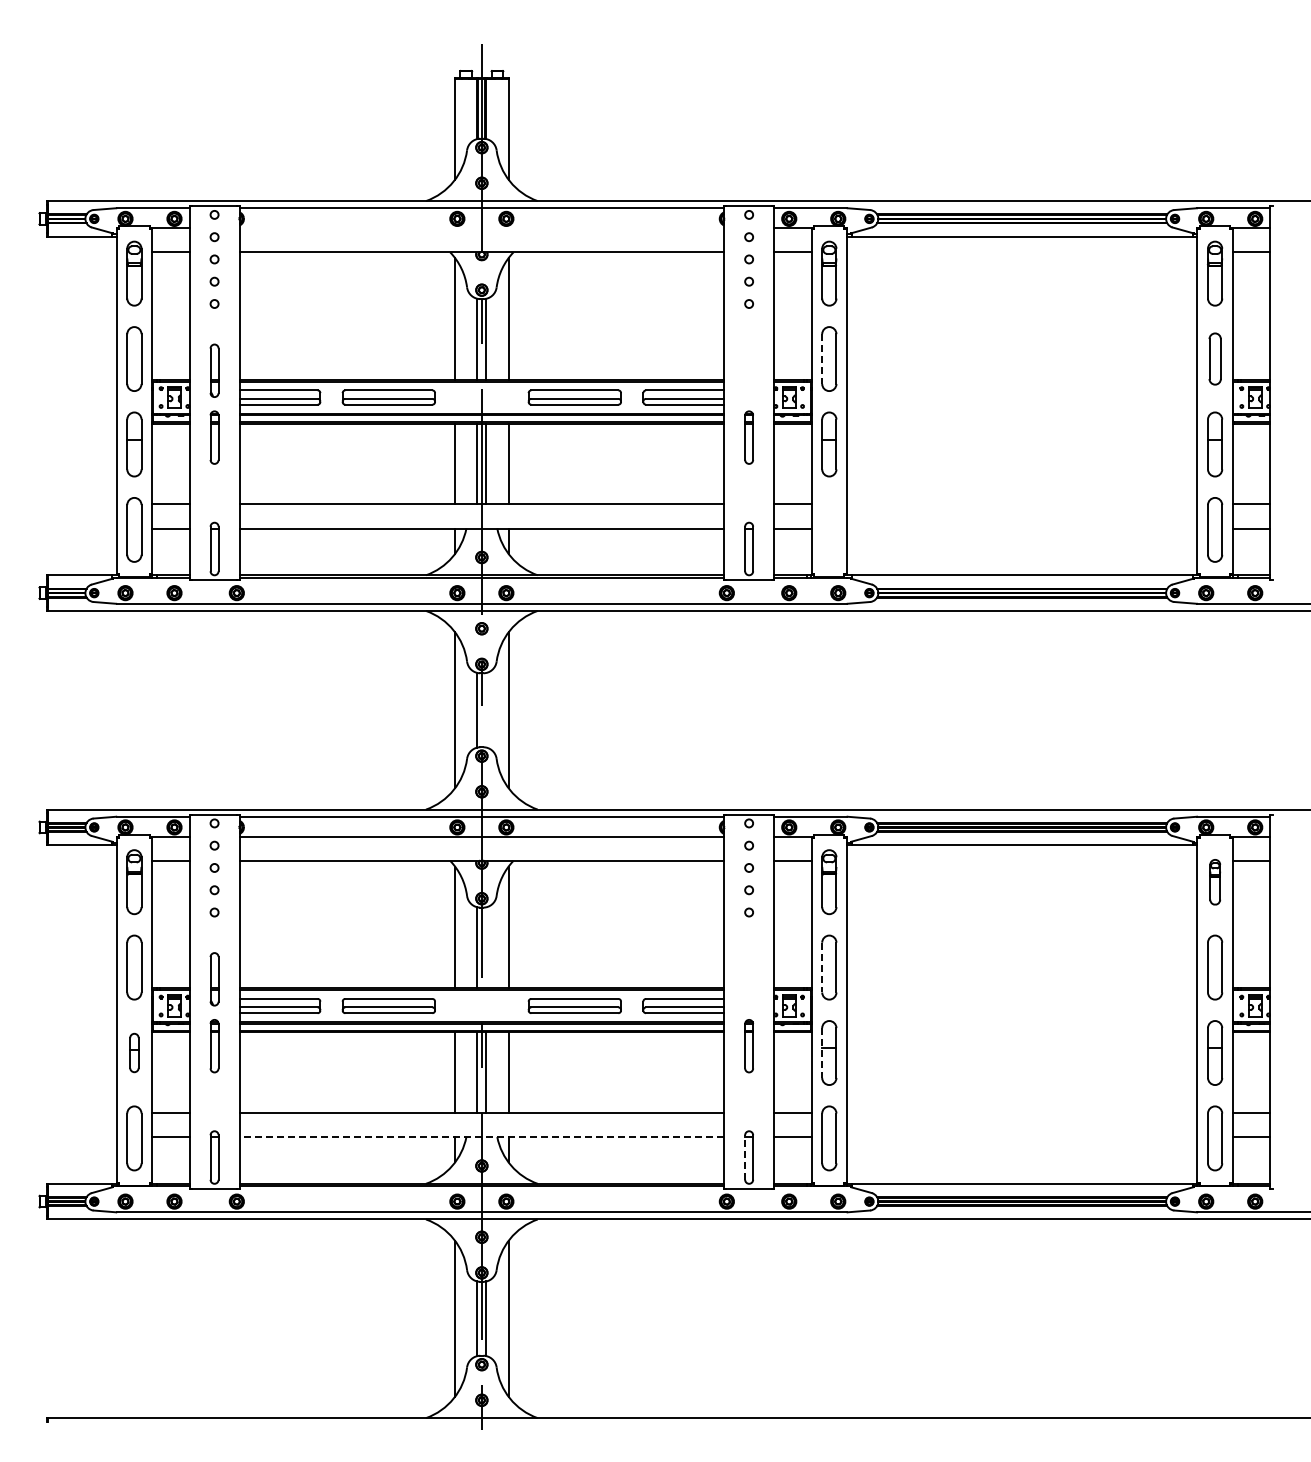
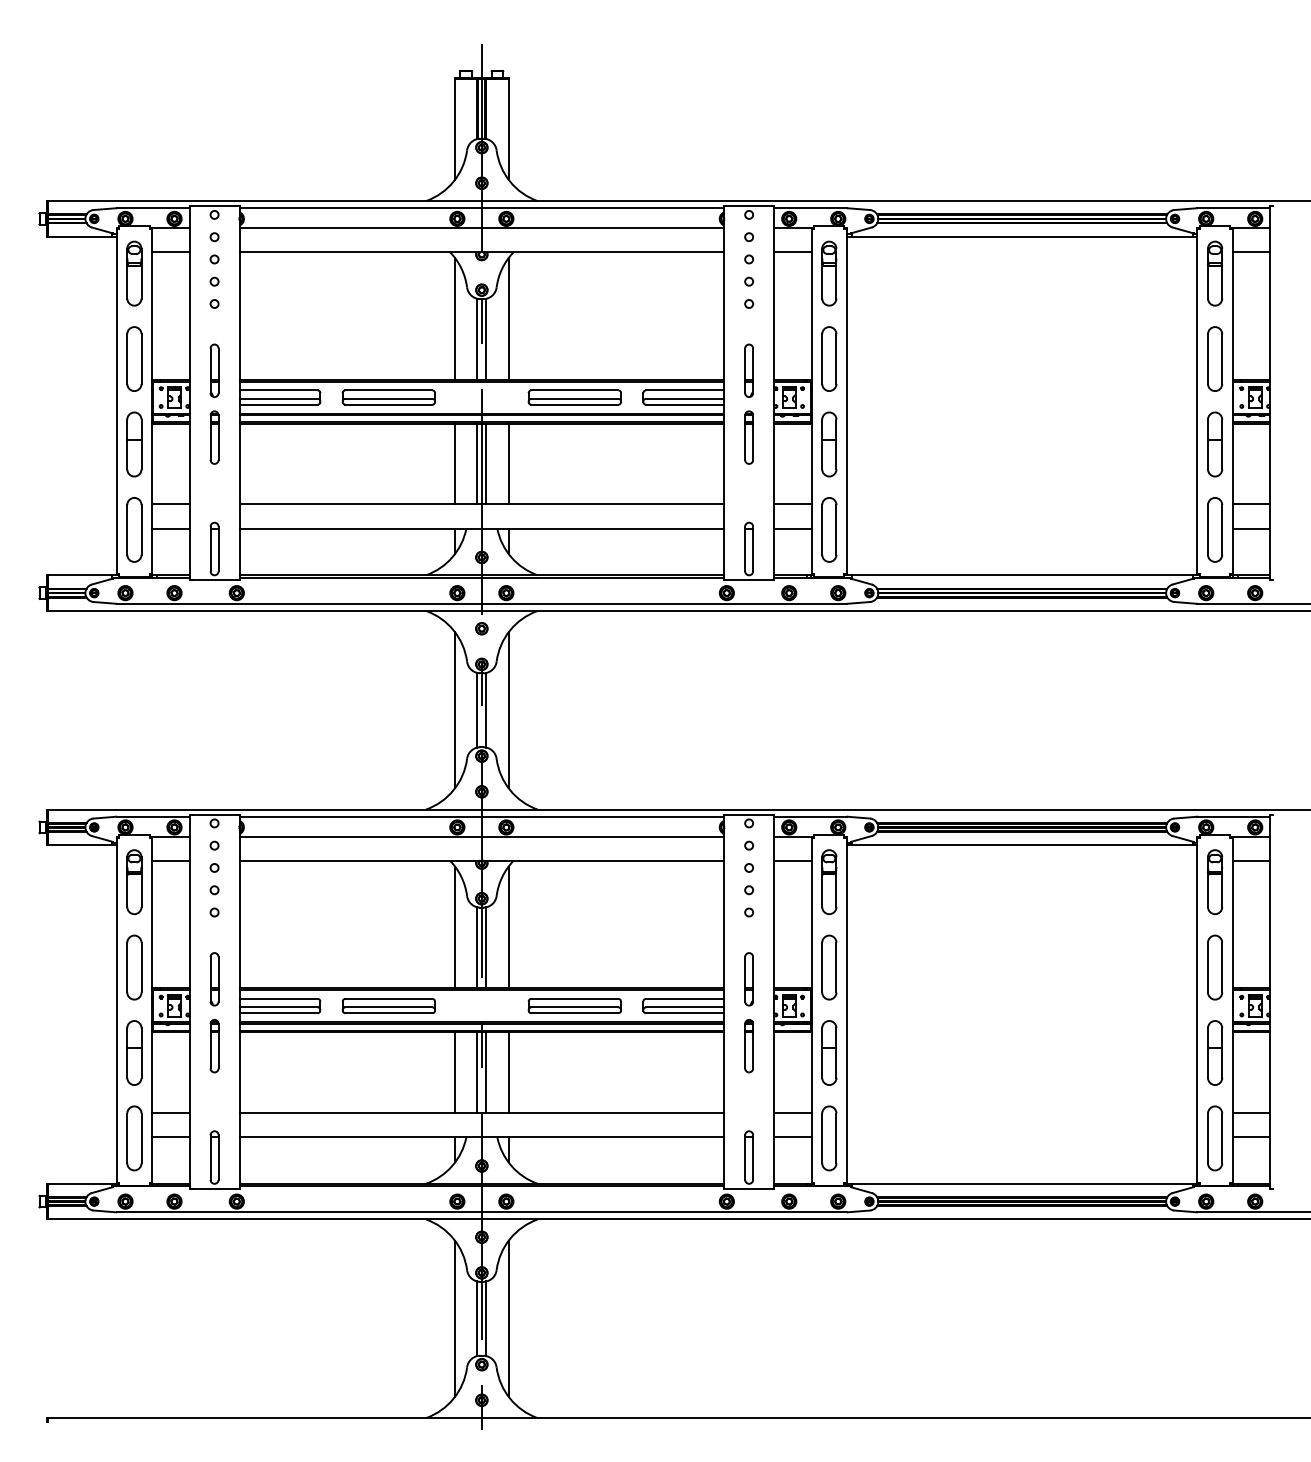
line at (481, 228): none -> present
part at (1214, 358) size: 14x54 px -> 17x66 px
line at (822, 359): dashed -> solid
part at (748, 370): none -> present
part at (829, 529): none -> present
line at (486, 709): none -> present
part at (1215, 882) size: 13x47 px -> 17x67 px
line at (486, 947): none -> present
line at (822, 967): dashed -> solid
part at (748, 979): none -> present
part at (134, 1052) size: 11x42 px -> 17x66 px
line at (822, 1053): dashed -> solid
line at (481, 1137): dashed -> solid
line at (745, 1157): dashed -> solid
